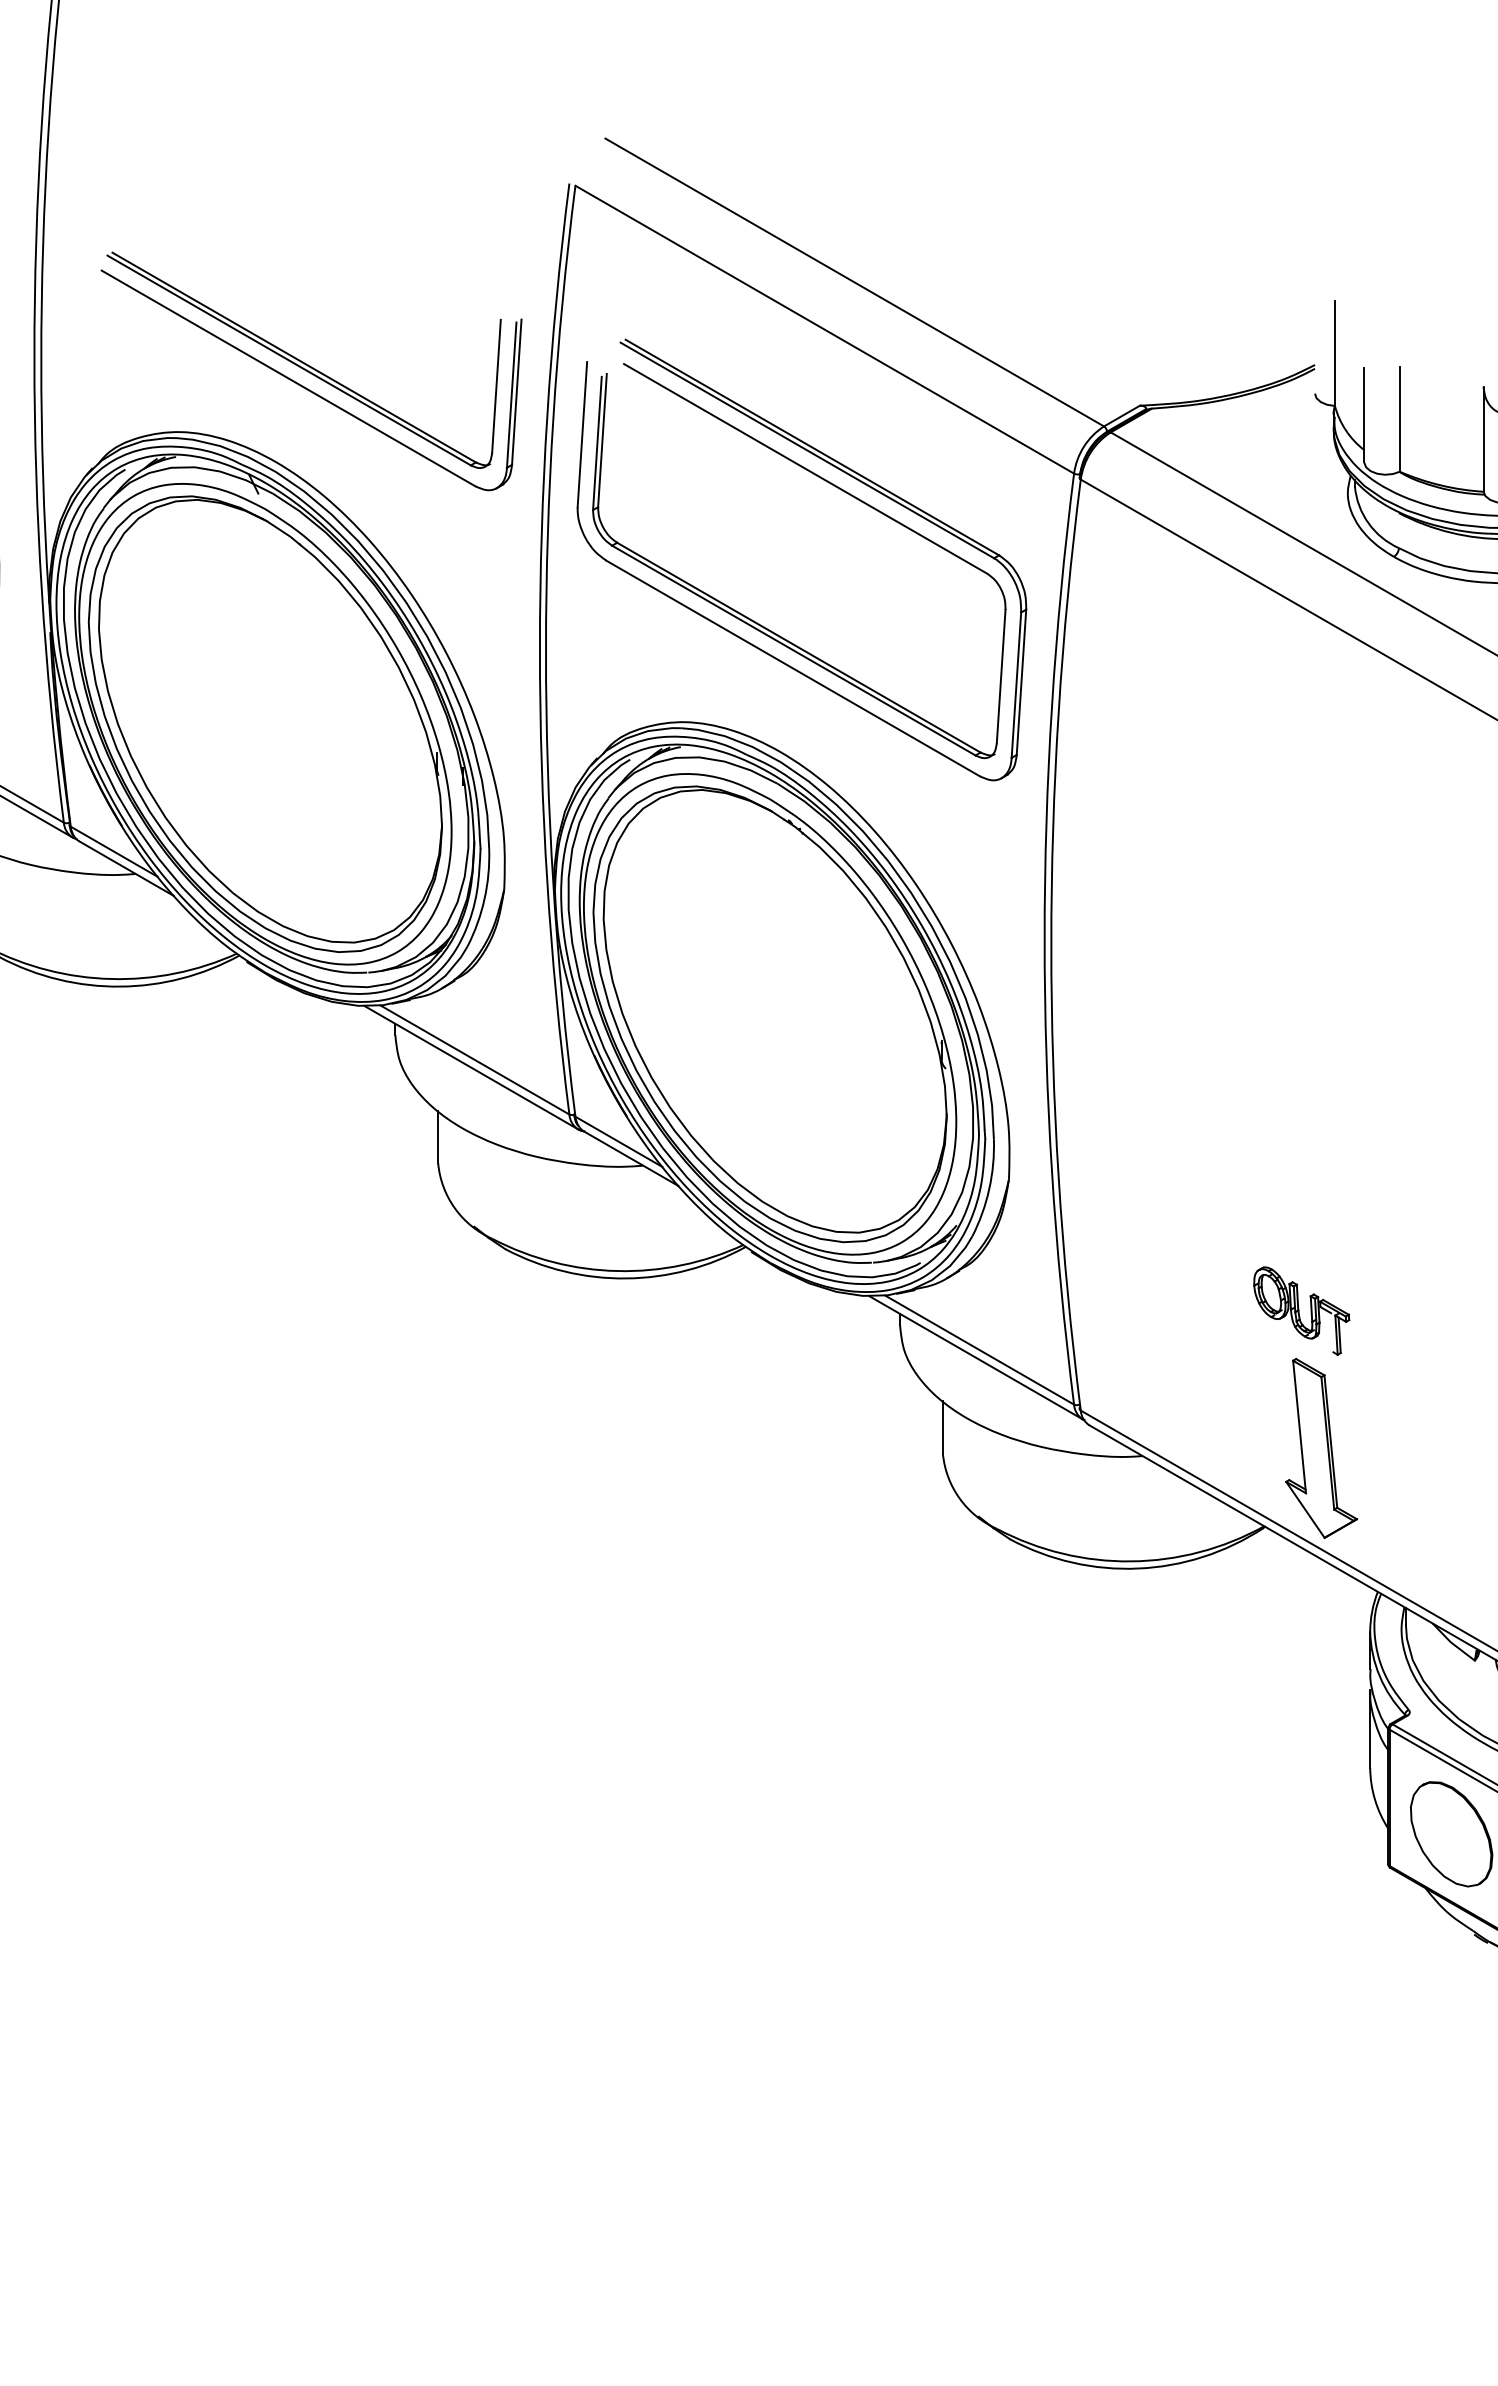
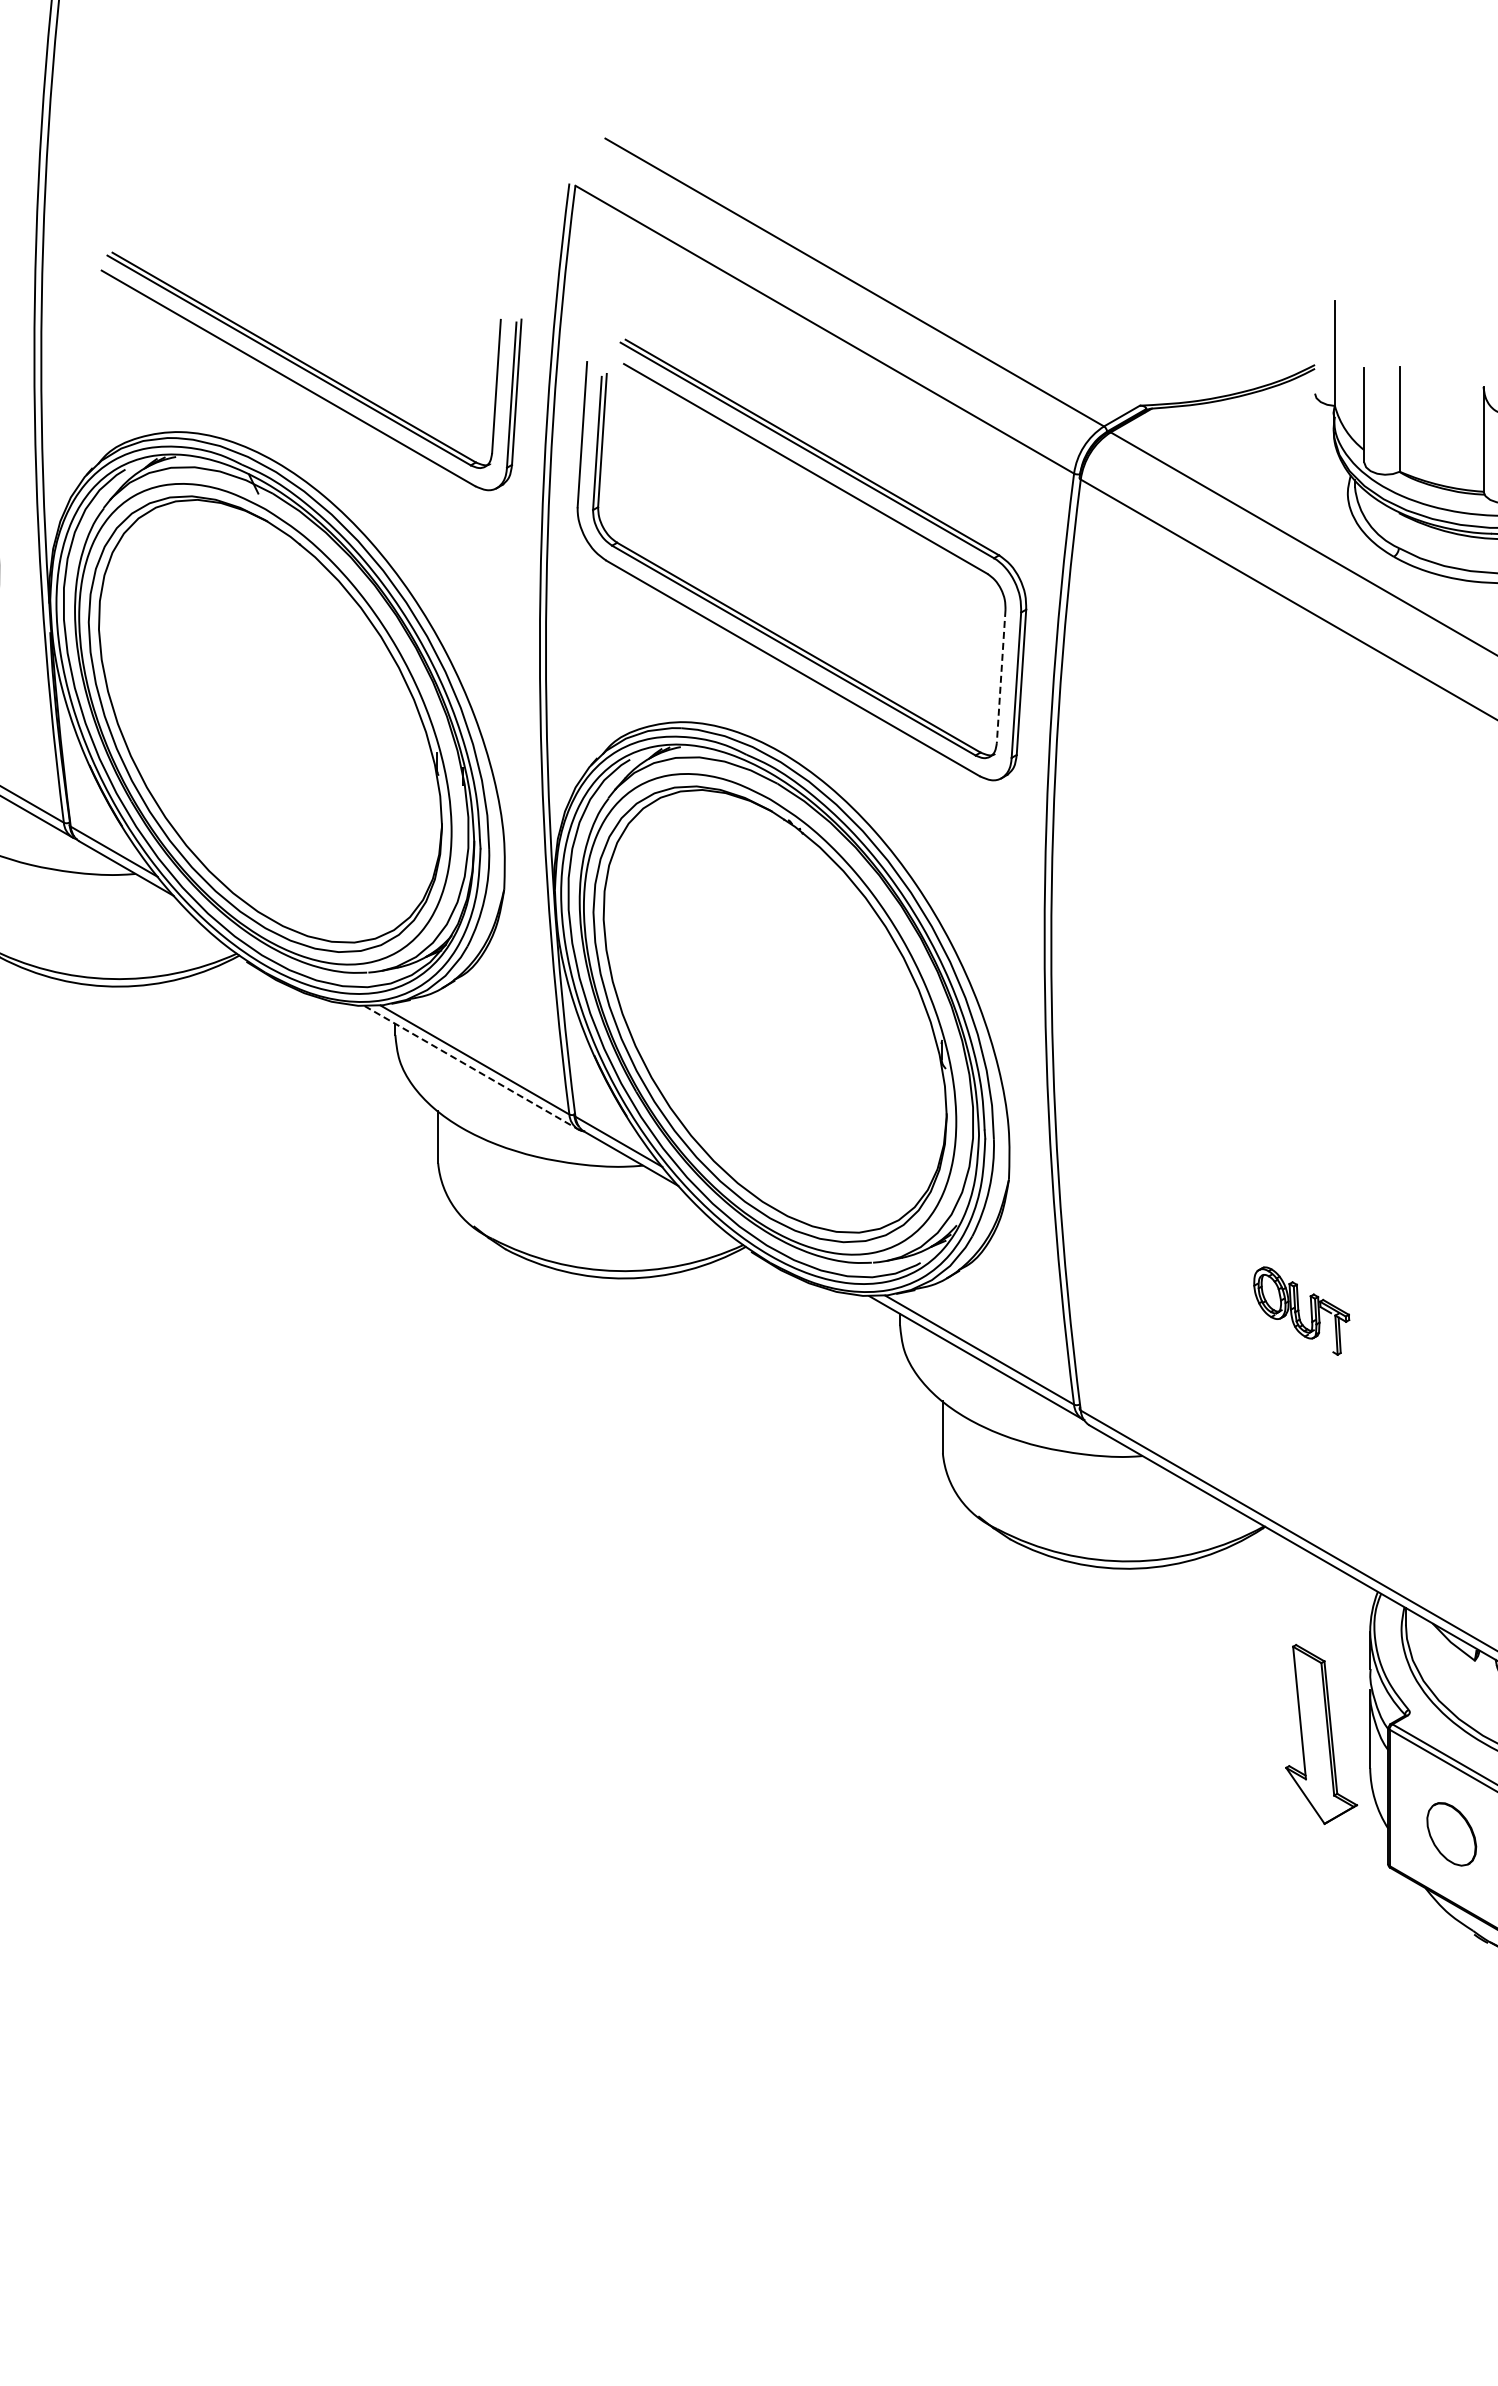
line at (1001, 676): solid -> dashed
line at (471, 1067): solid -> dashed
part at (1321, 1448) position: (1321, 1448) -> (1321, 1734)
part at (1451, 1834) size: 84x107 px -> 52x65 px
